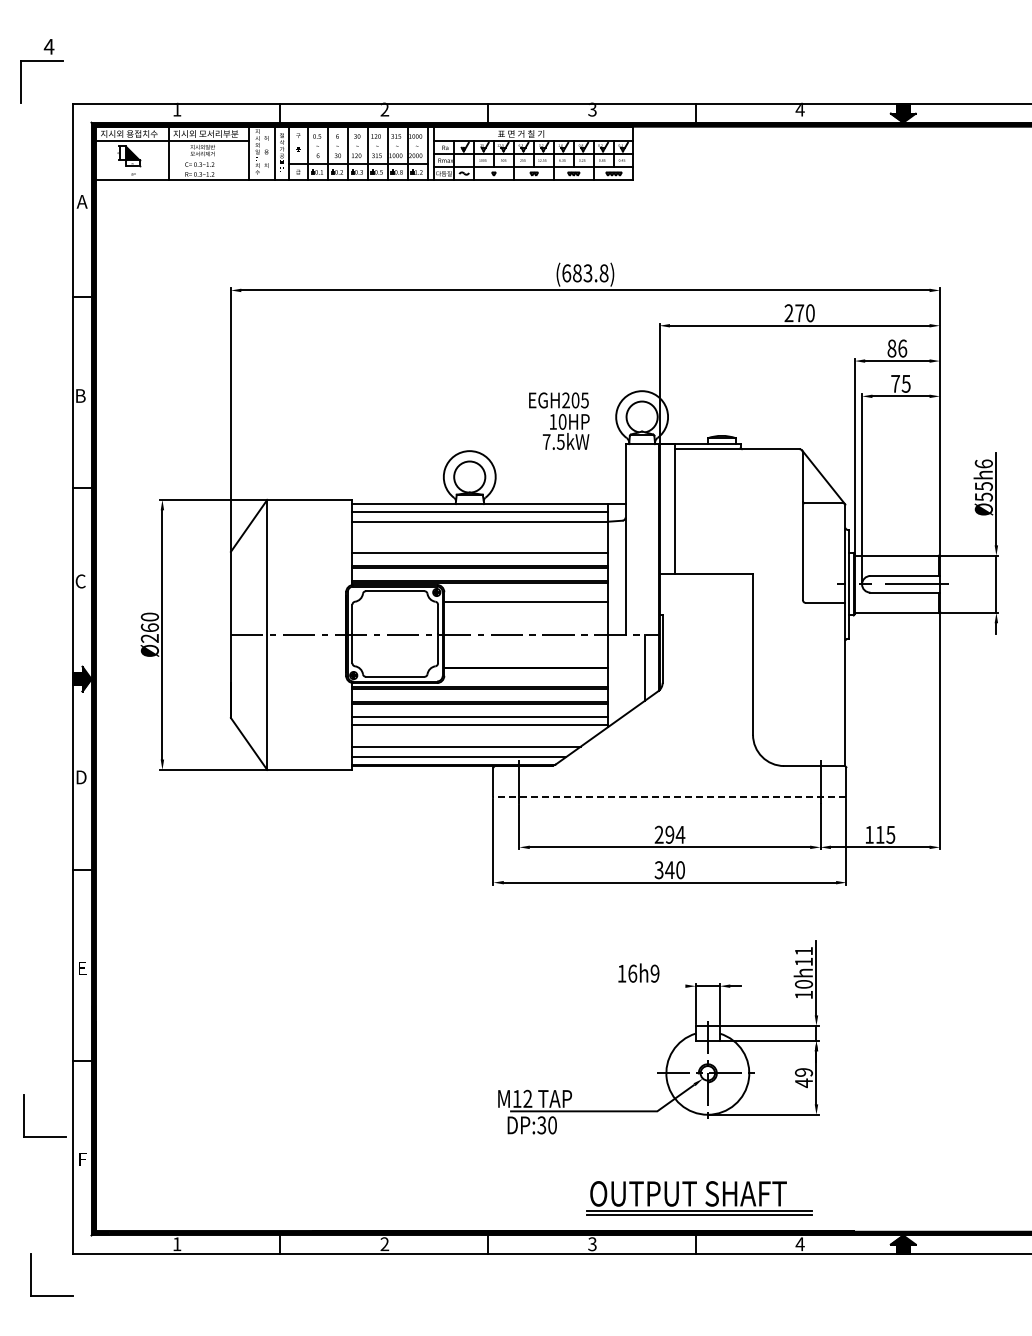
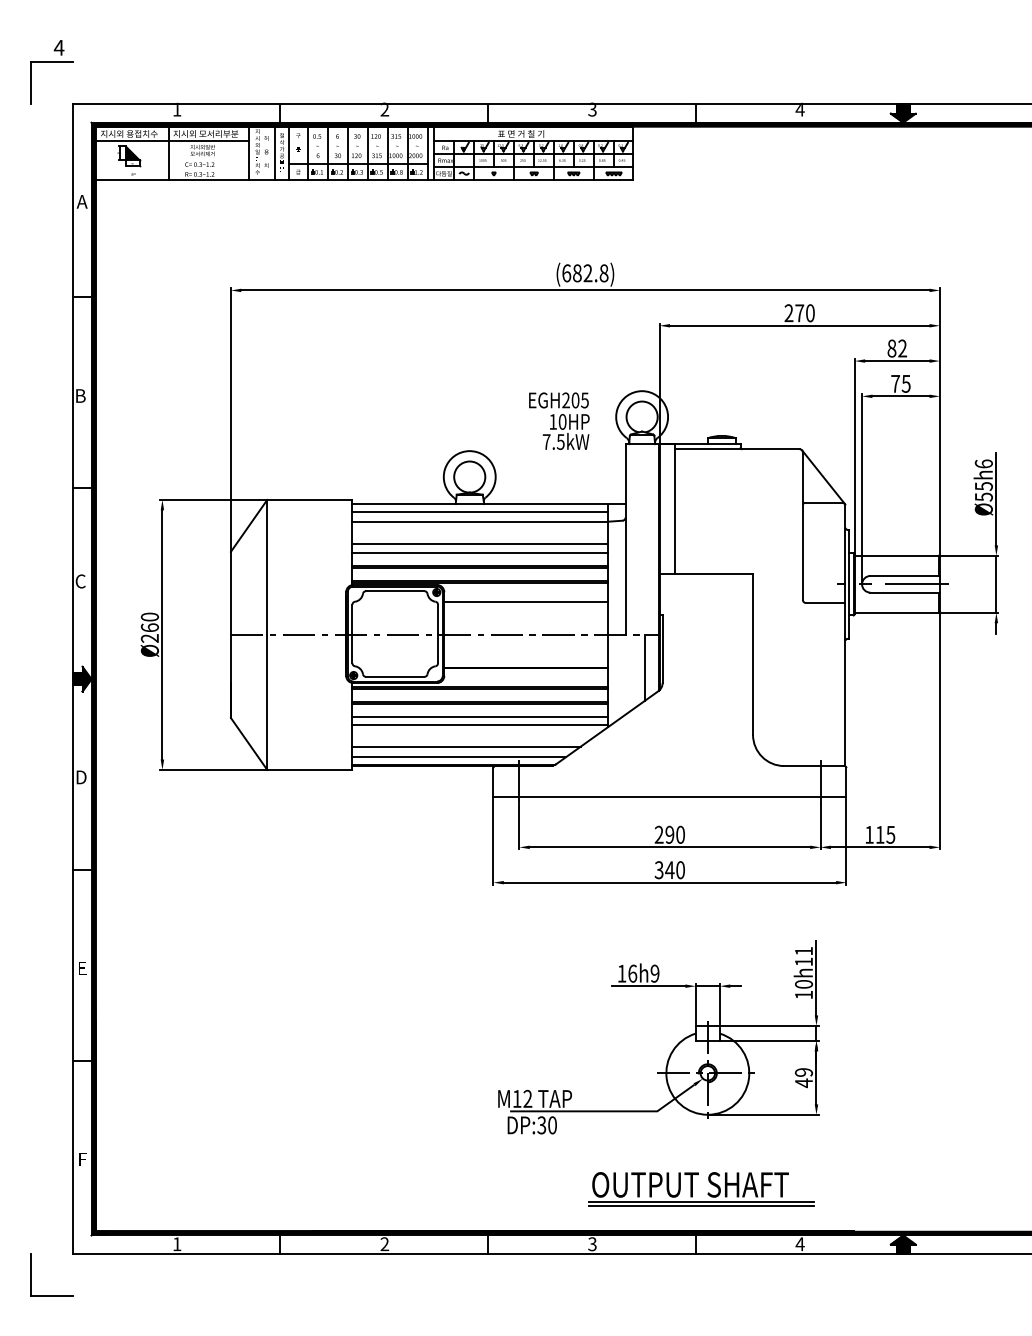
part at (41, 61) position: (41, 61) -> (51, 62)
text at (587, 273): (683.8) -> (682.8)
text at (902, 348): 86 -> 82
line at (479, 544): none -> present
line at (669, 797): dashed -> solid
text at (680, 834): 294 -> 290
line at (648, 986): none -> present
part at (24, 1115): present -> none
part at (705, 1202) position: (705, 1202) -> (707, 1193)
